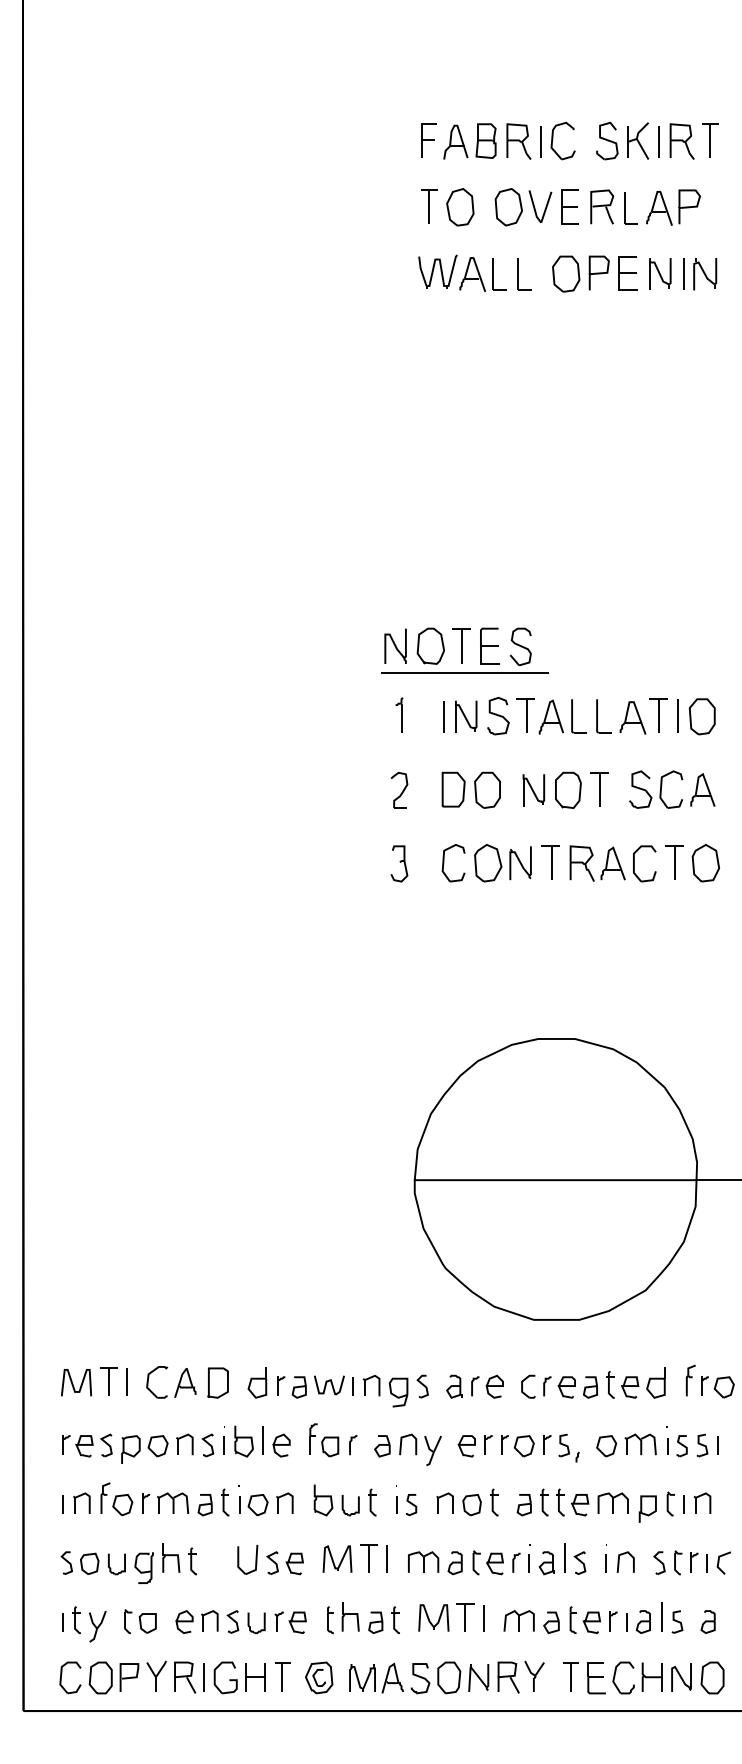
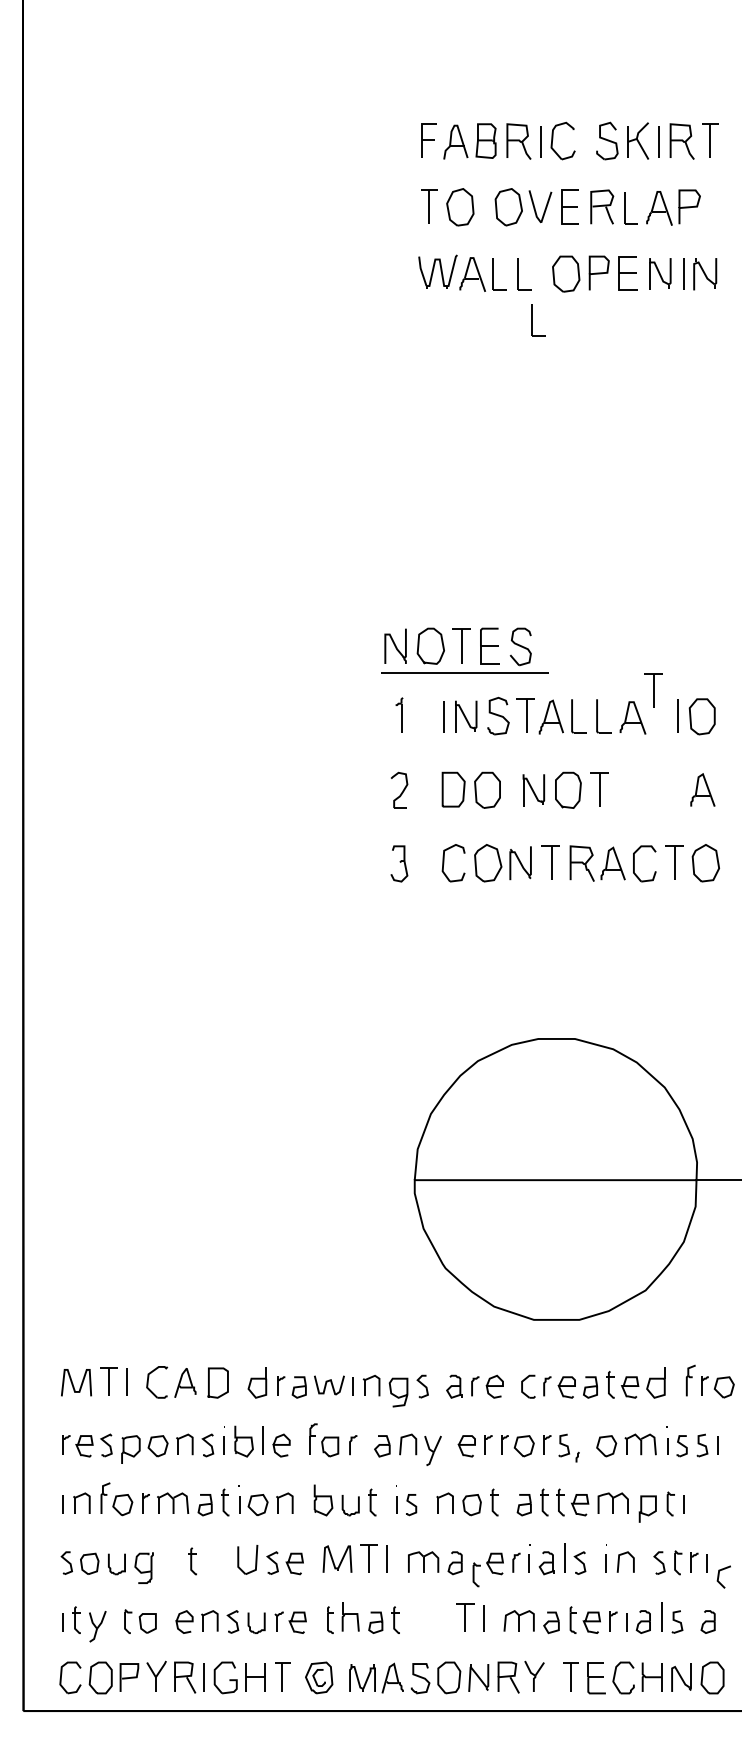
part at (538, 320): none -> present
part at (658, 715) position: (658, 715) -> (653, 690)
part at (656, 789): present -> none
part at (702, 1502): present -> none
part at (171, 1557): present -> none
part at (476, 1562) position: (476, 1562) -> (476, 1574)
line at (719, 1562) position: (719, 1562) -> (719, 1576)
part at (433, 1617): present -> none
